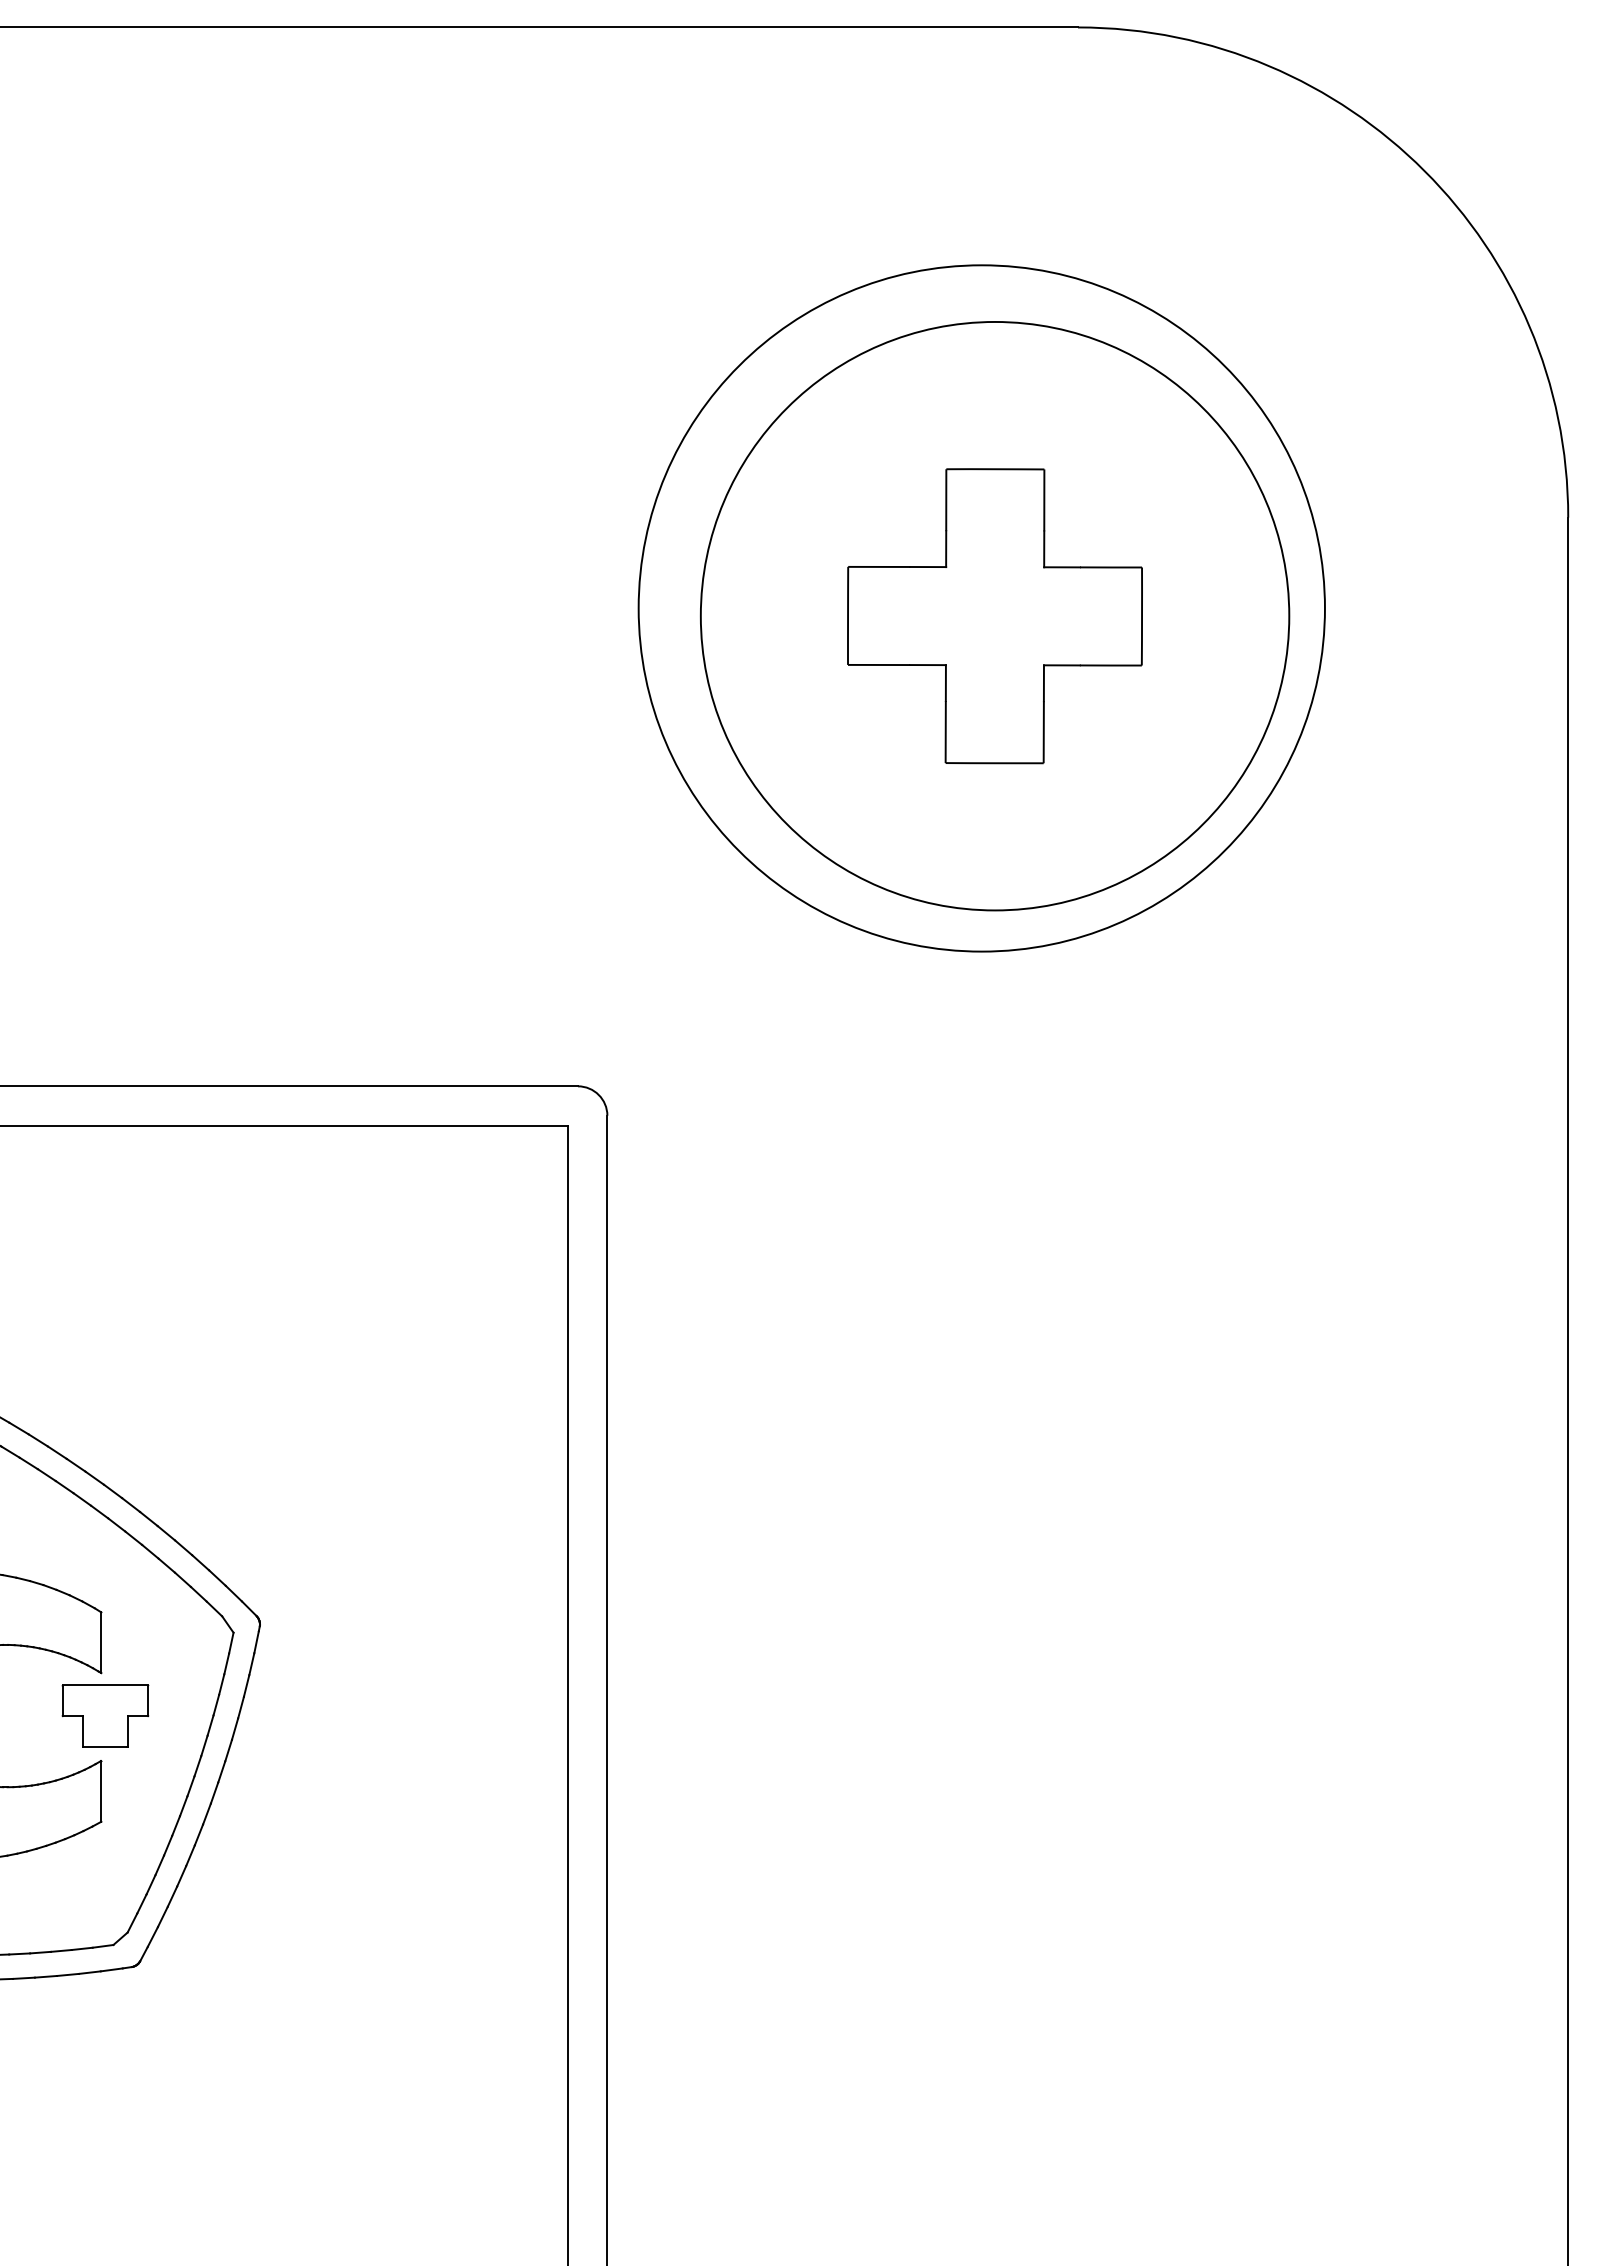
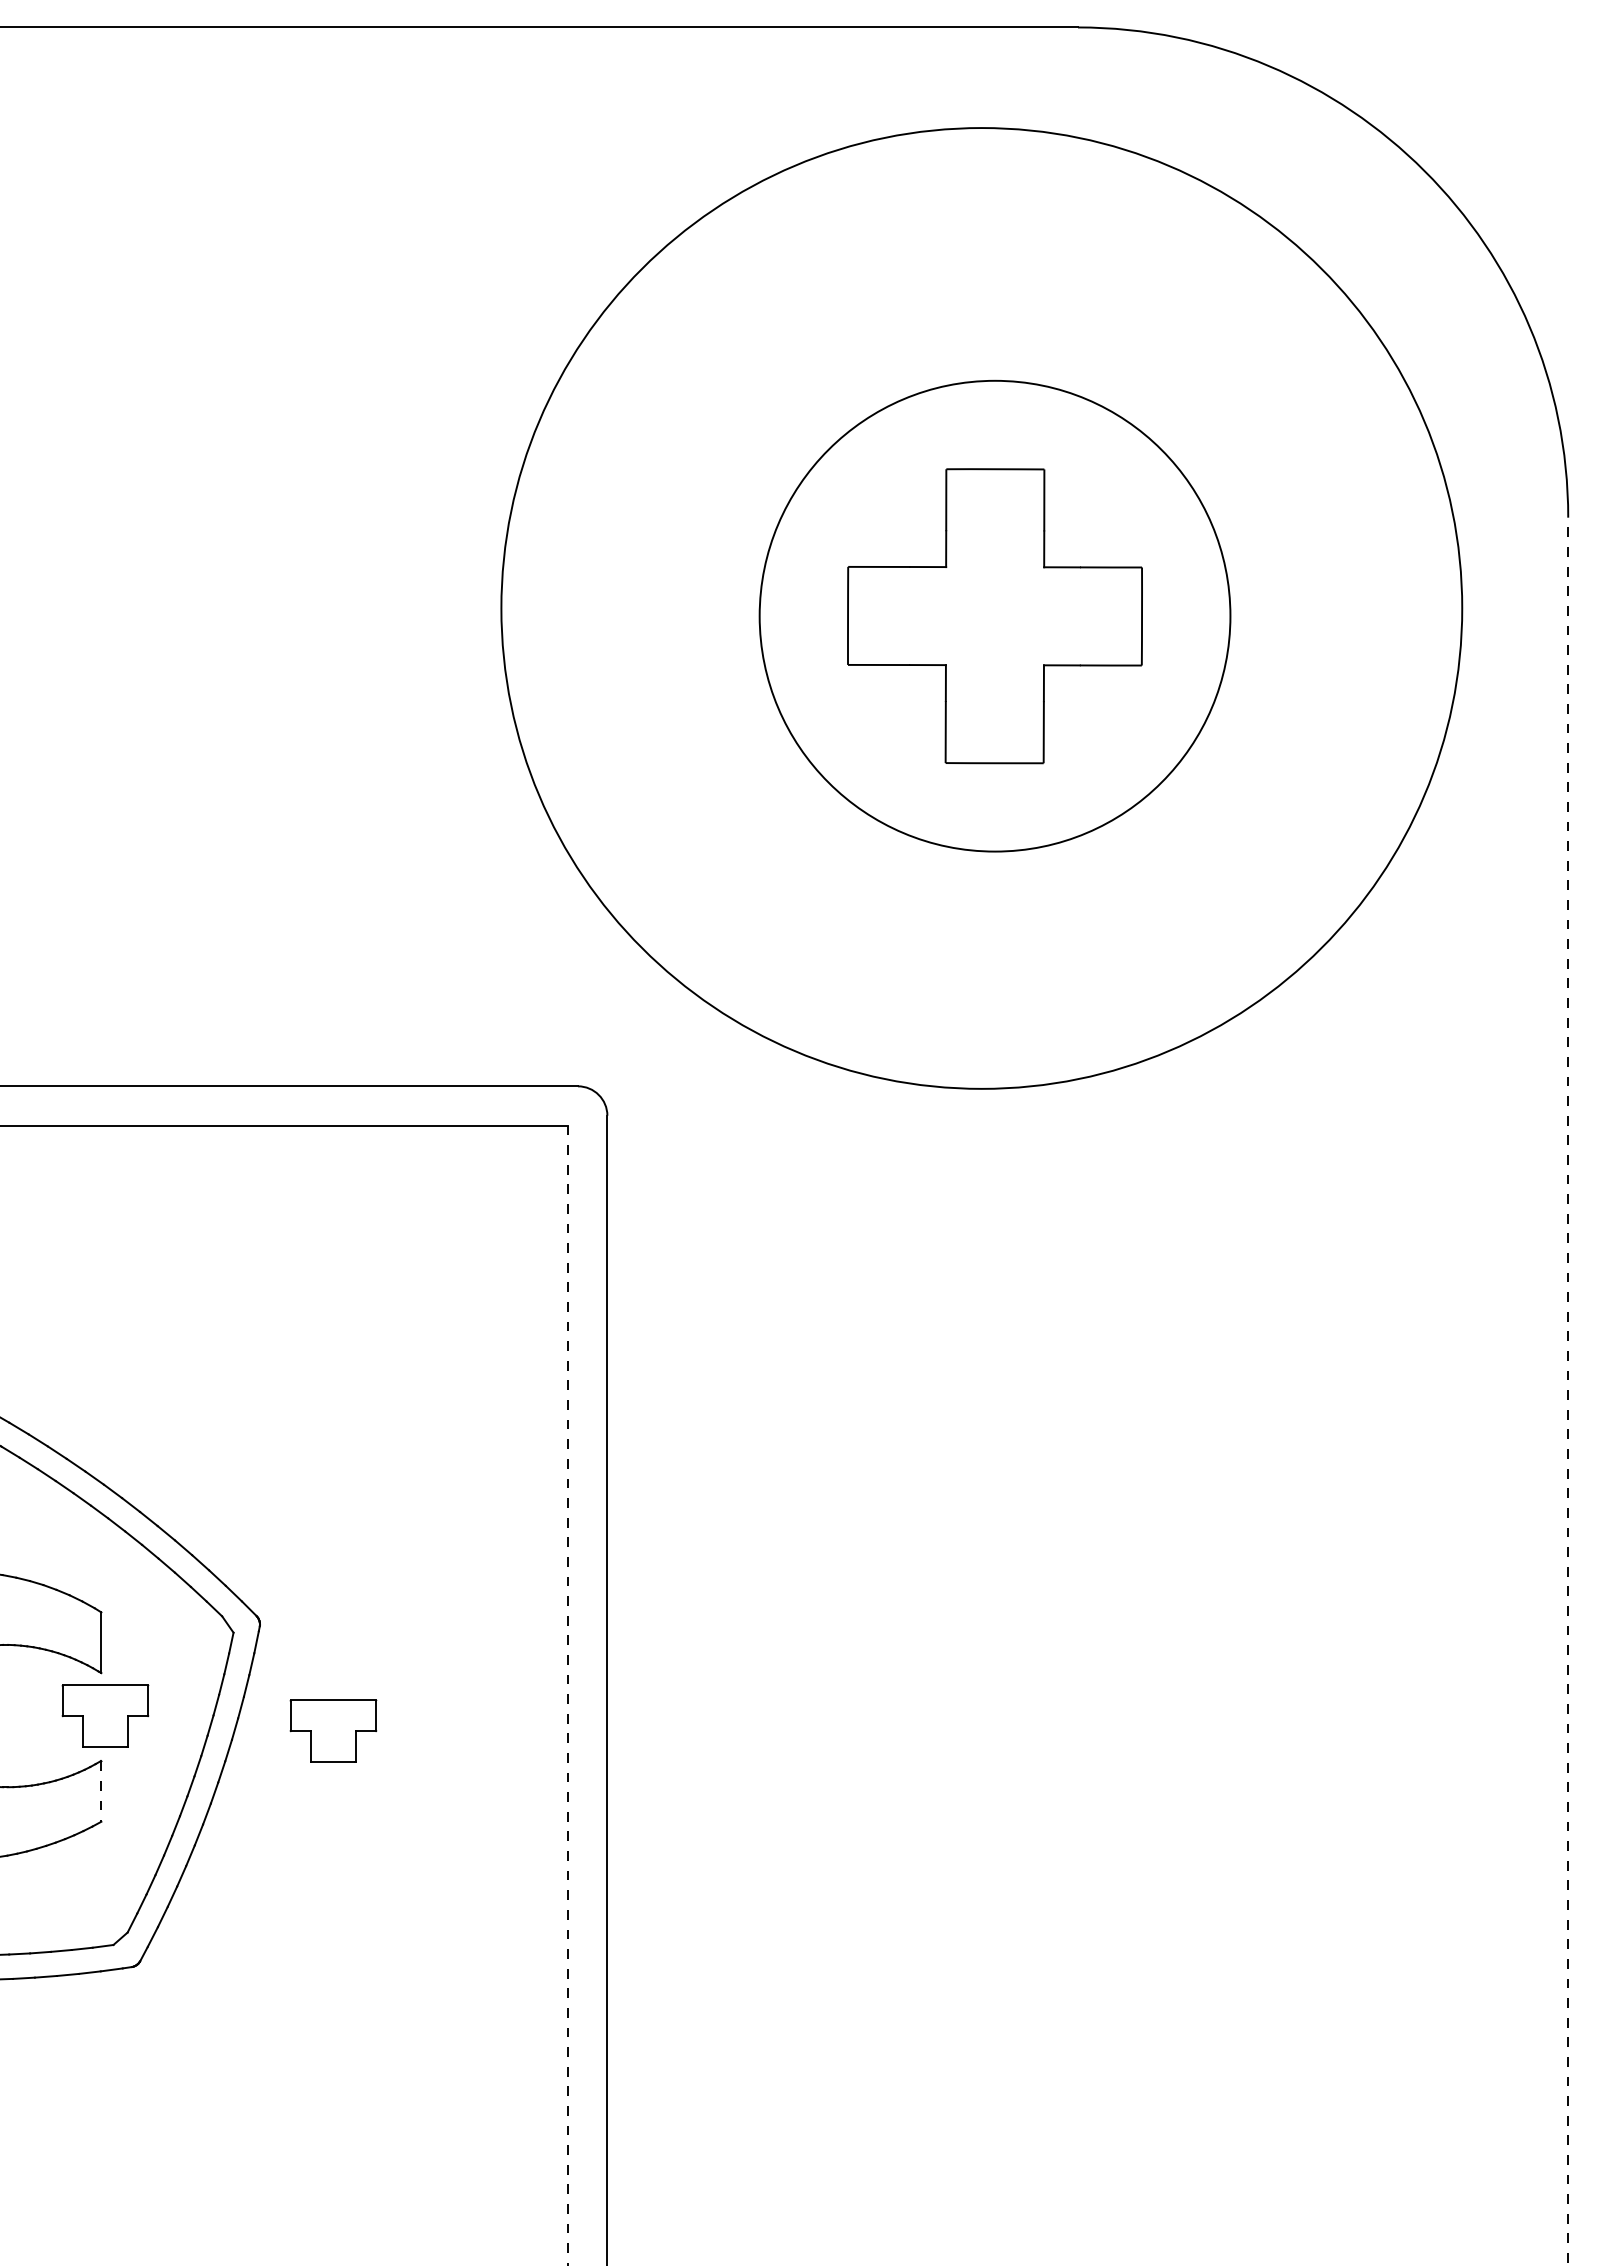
circle at (981, 608) diameter: 686 px -> 961 px
circle at (994, 615) diameter: 588 px -> 471 px
line at (1568, 1390): solid -> dashed
line at (568, 1695): solid -> dashed
part at (333, 1730): none -> present
line at (101, 1792): solid -> dashed
